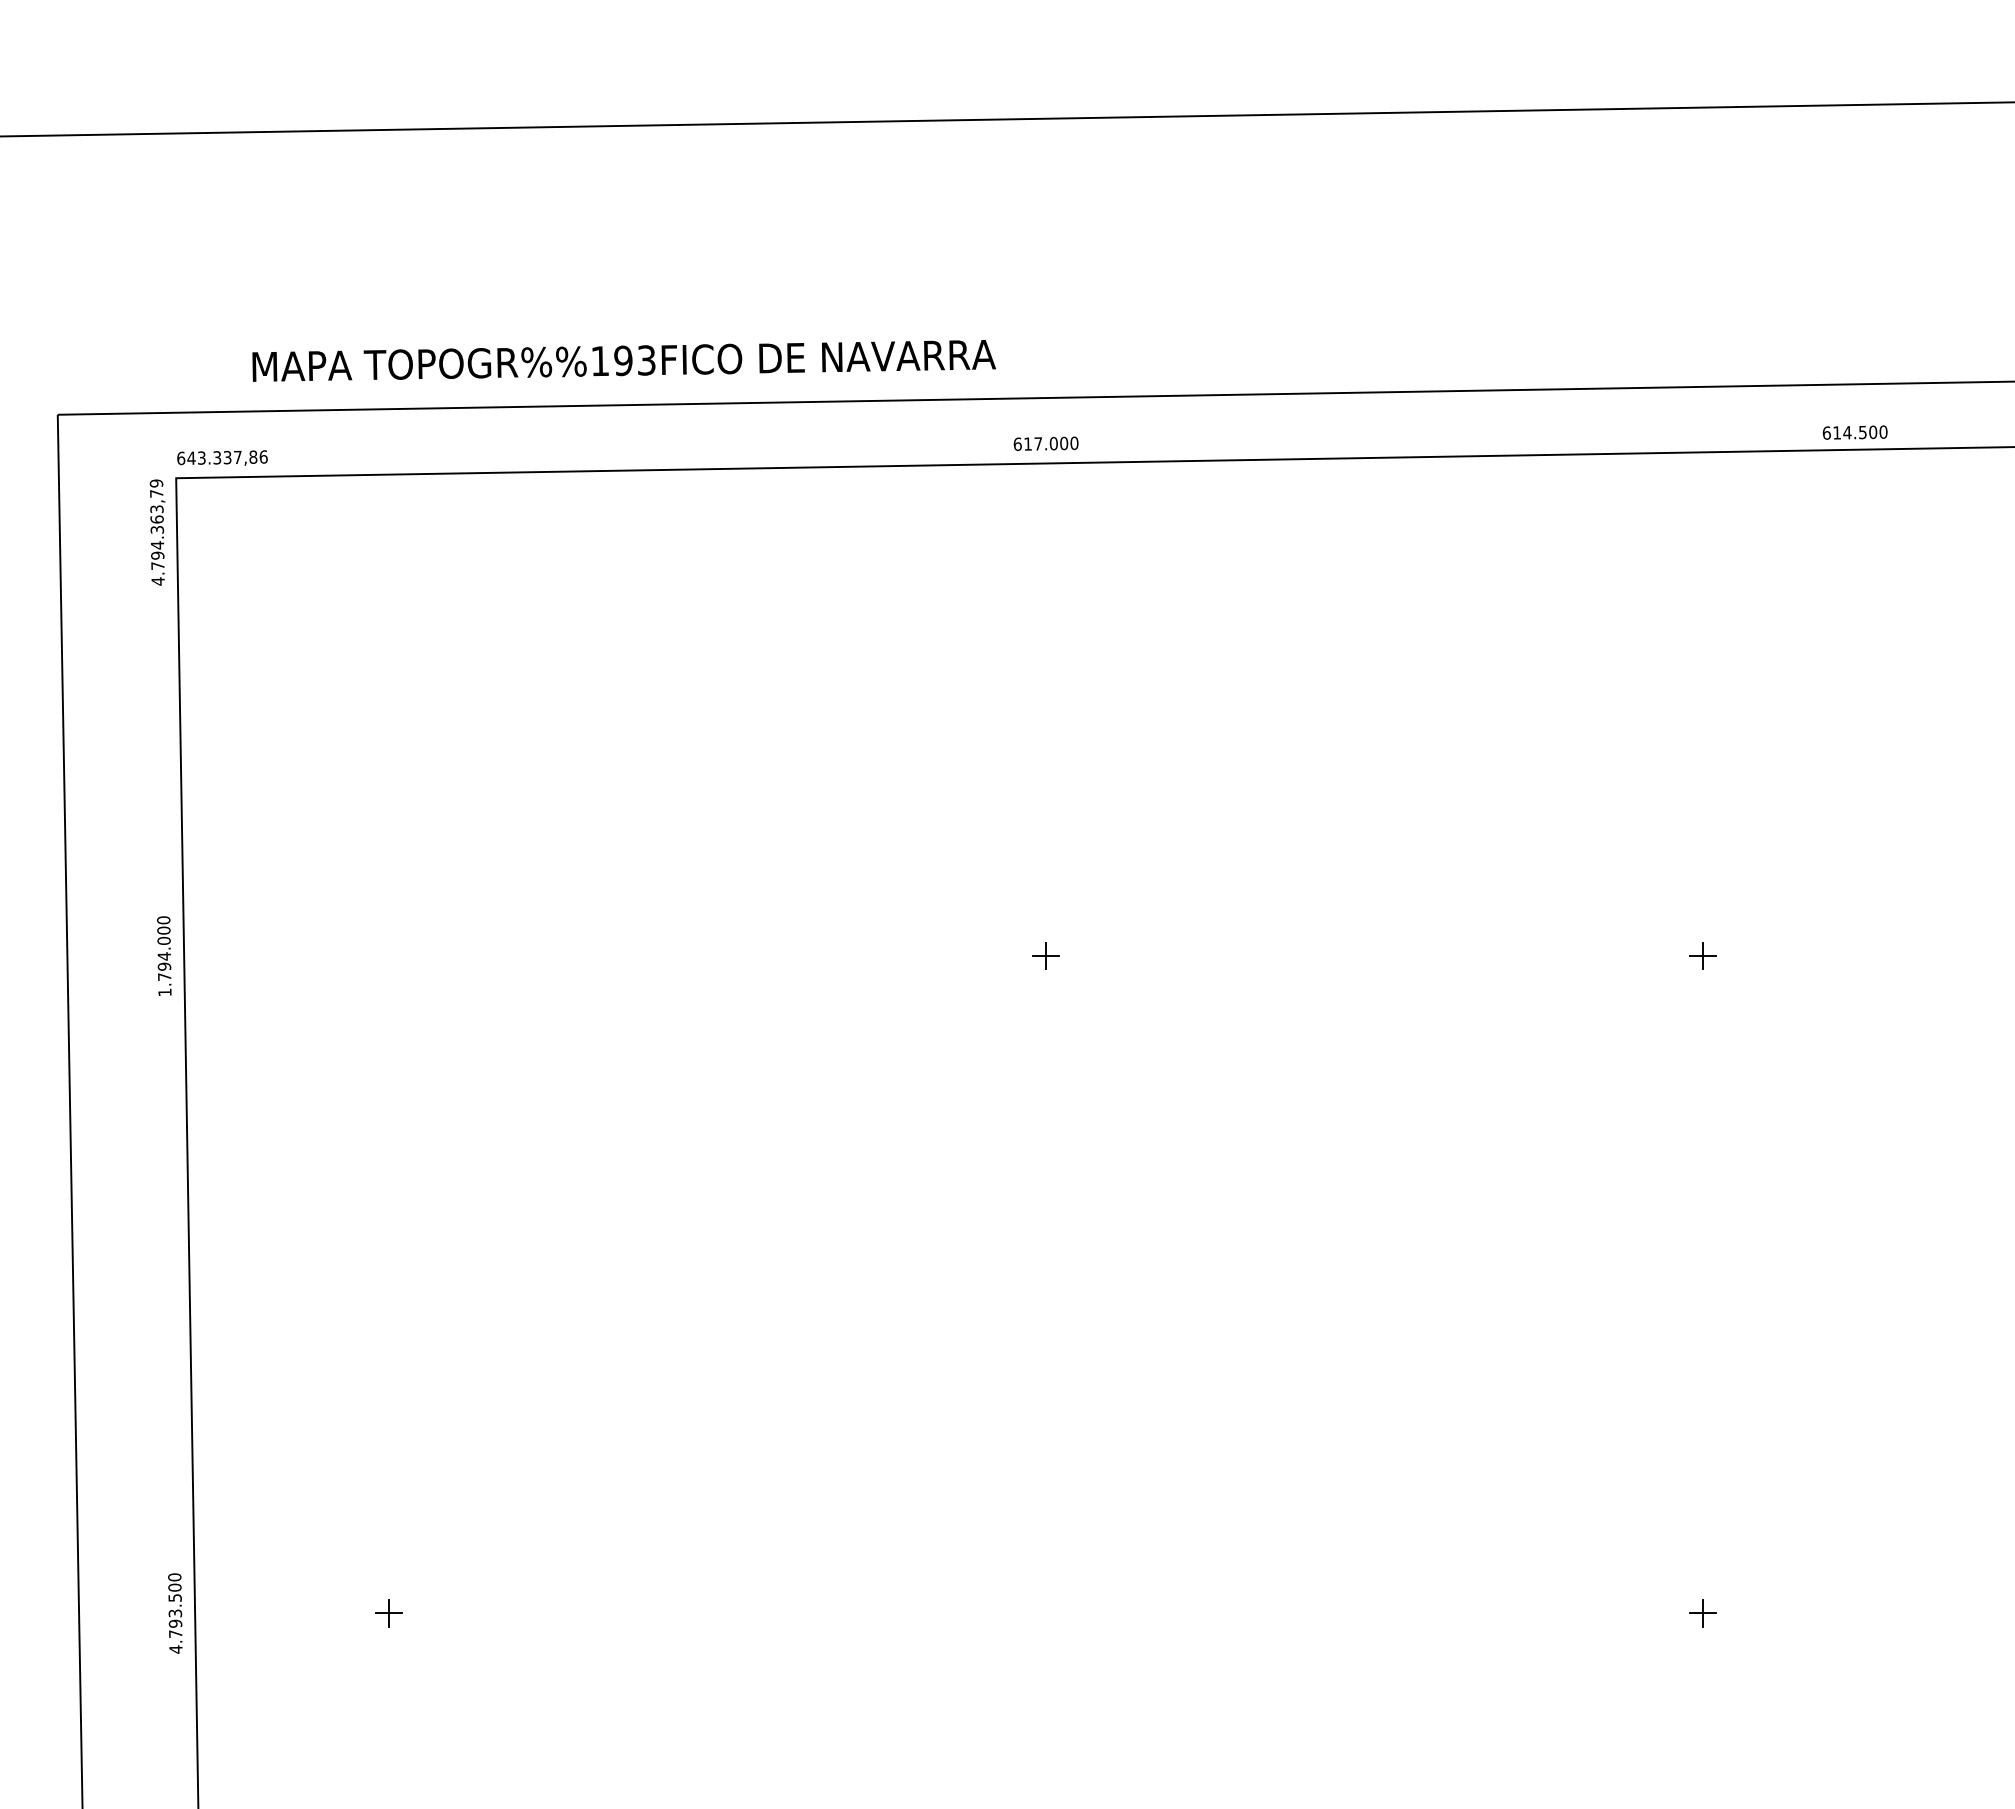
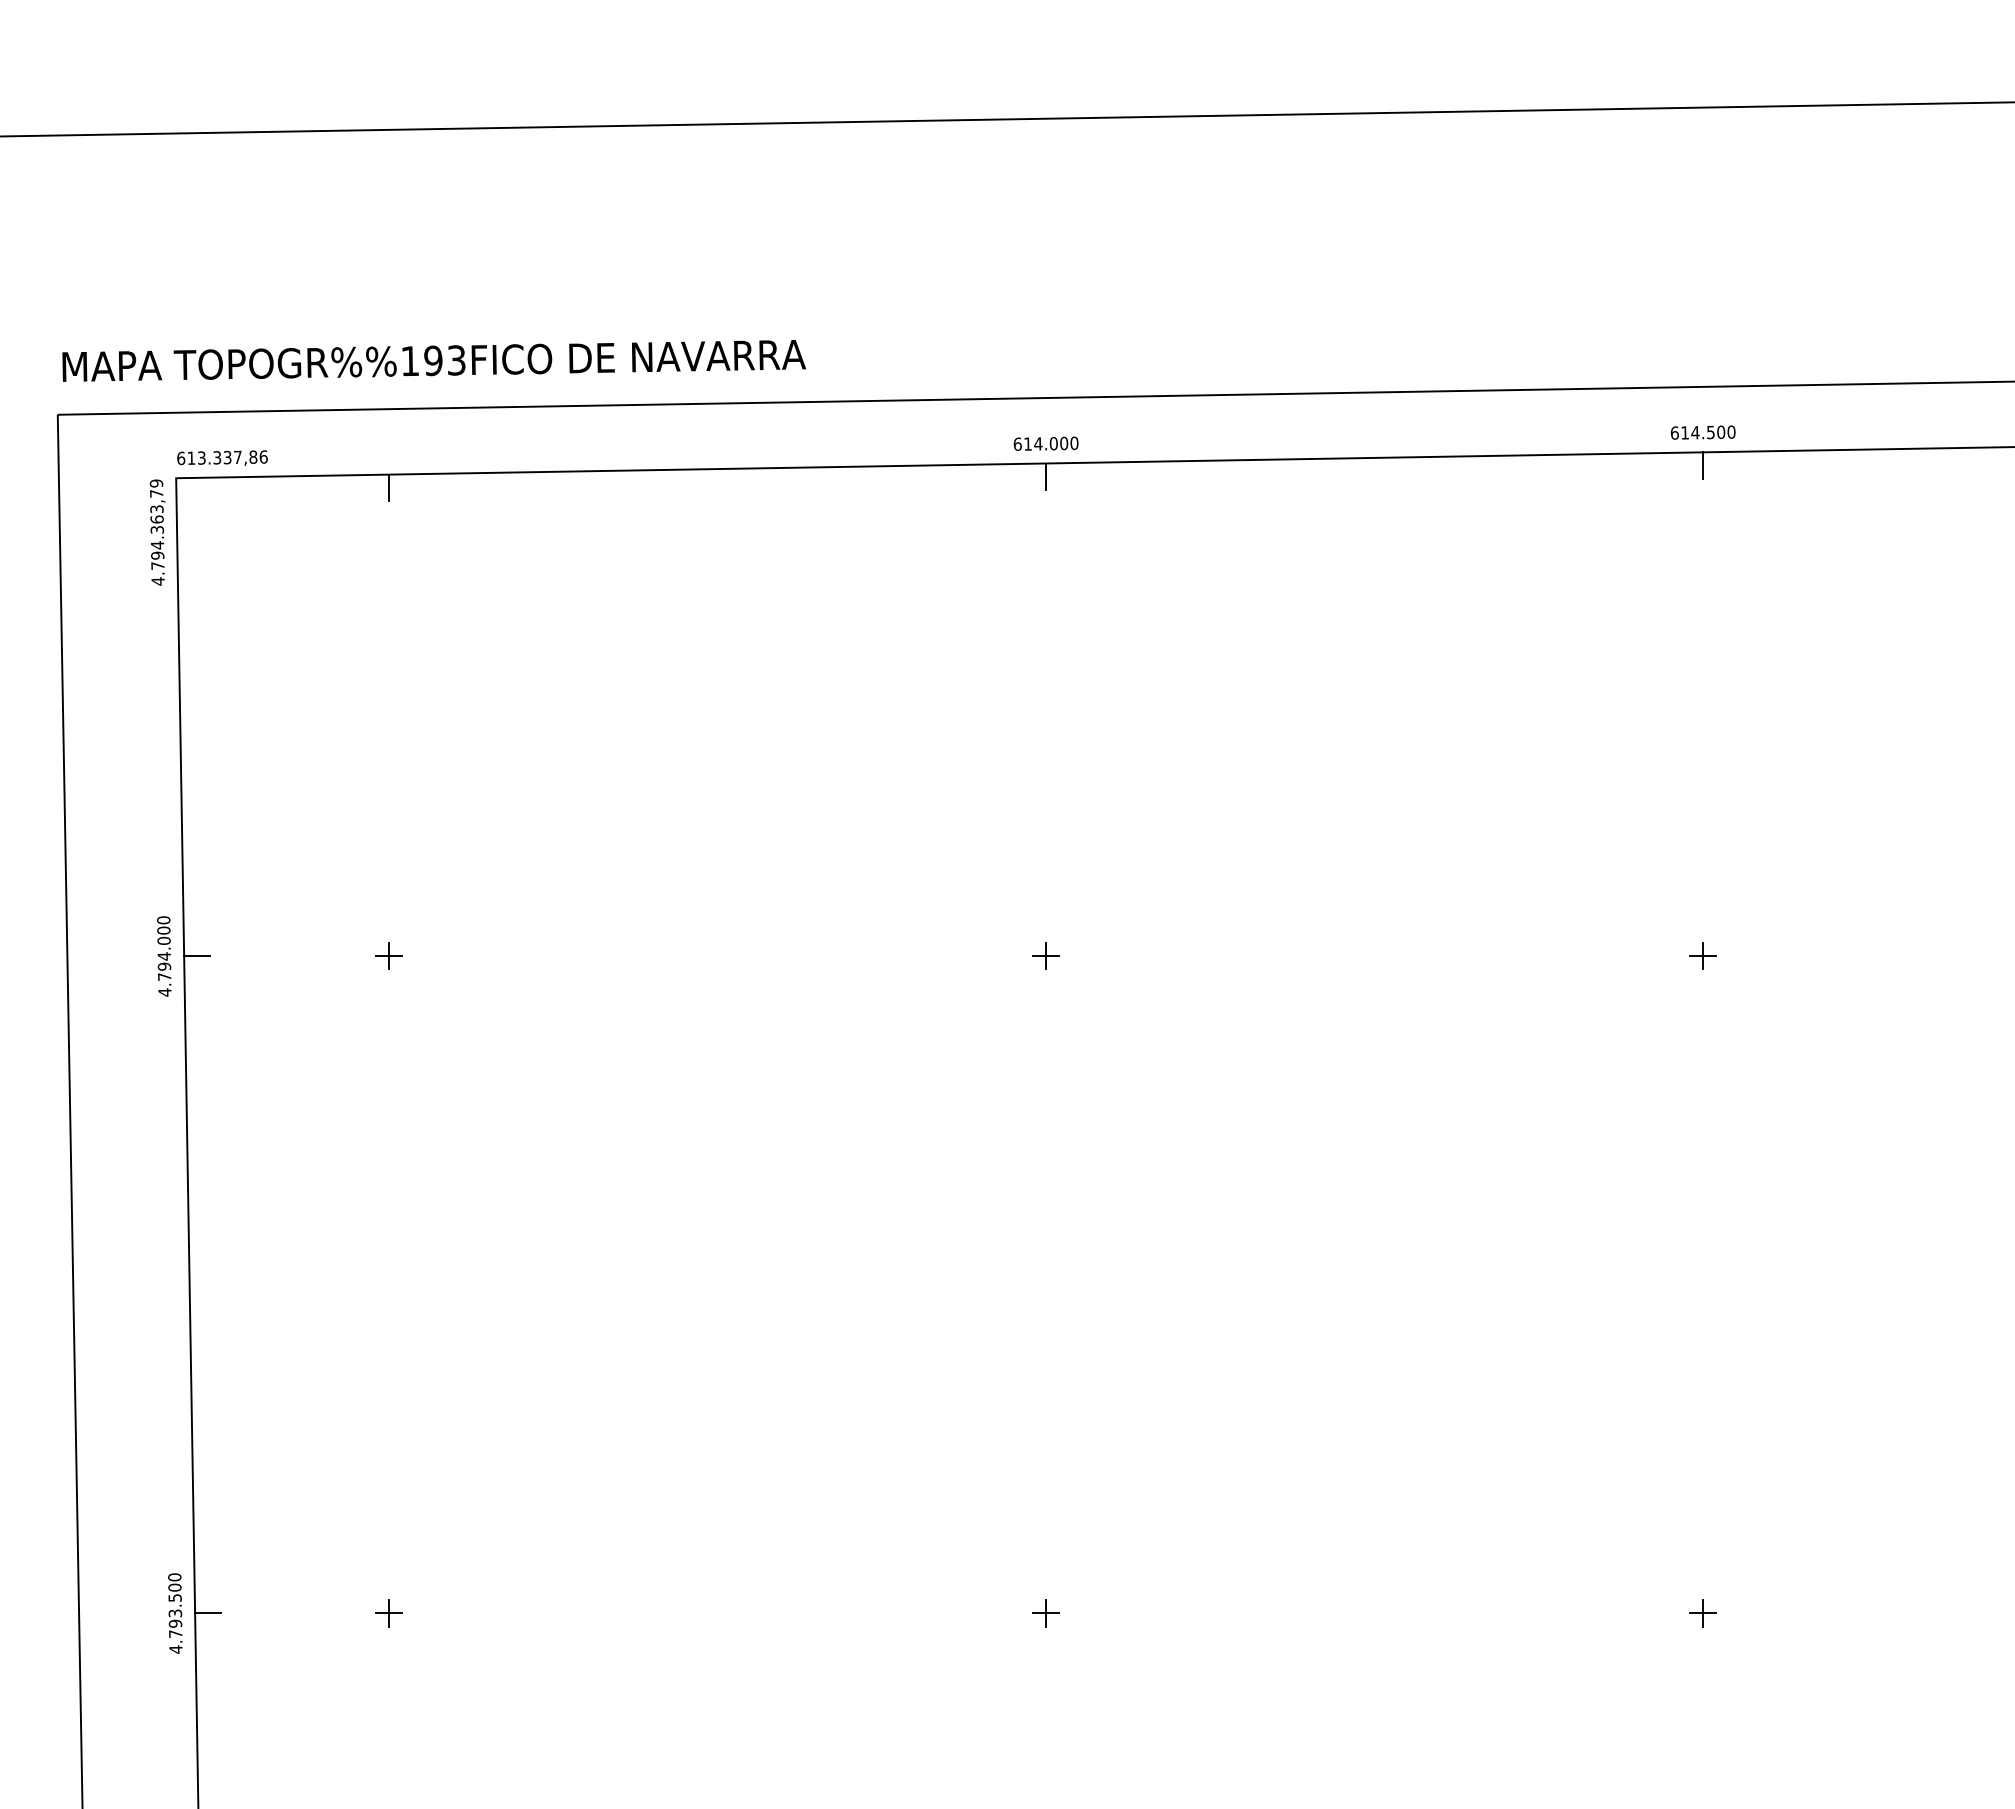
text at (623, 360) position: (623, 360) -> (433, 360)
text at (1854, 432) position: (1854, 432) -> (1702, 432)
text at (1038, 443): 617.000 -> 614.000
text at (191, 457): 643.337,86 -> 613.337,86
line at (1703, 465): none -> present
line at (1046, 476): none -> present
line at (389, 487): none -> present
part at (388, 955): none -> present
line at (197, 956): none -> present
text at (164, 992): 1.794.000 -> 4.794.000
line at (208, 1613): none -> present
part at (1045, 1613): none -> present
